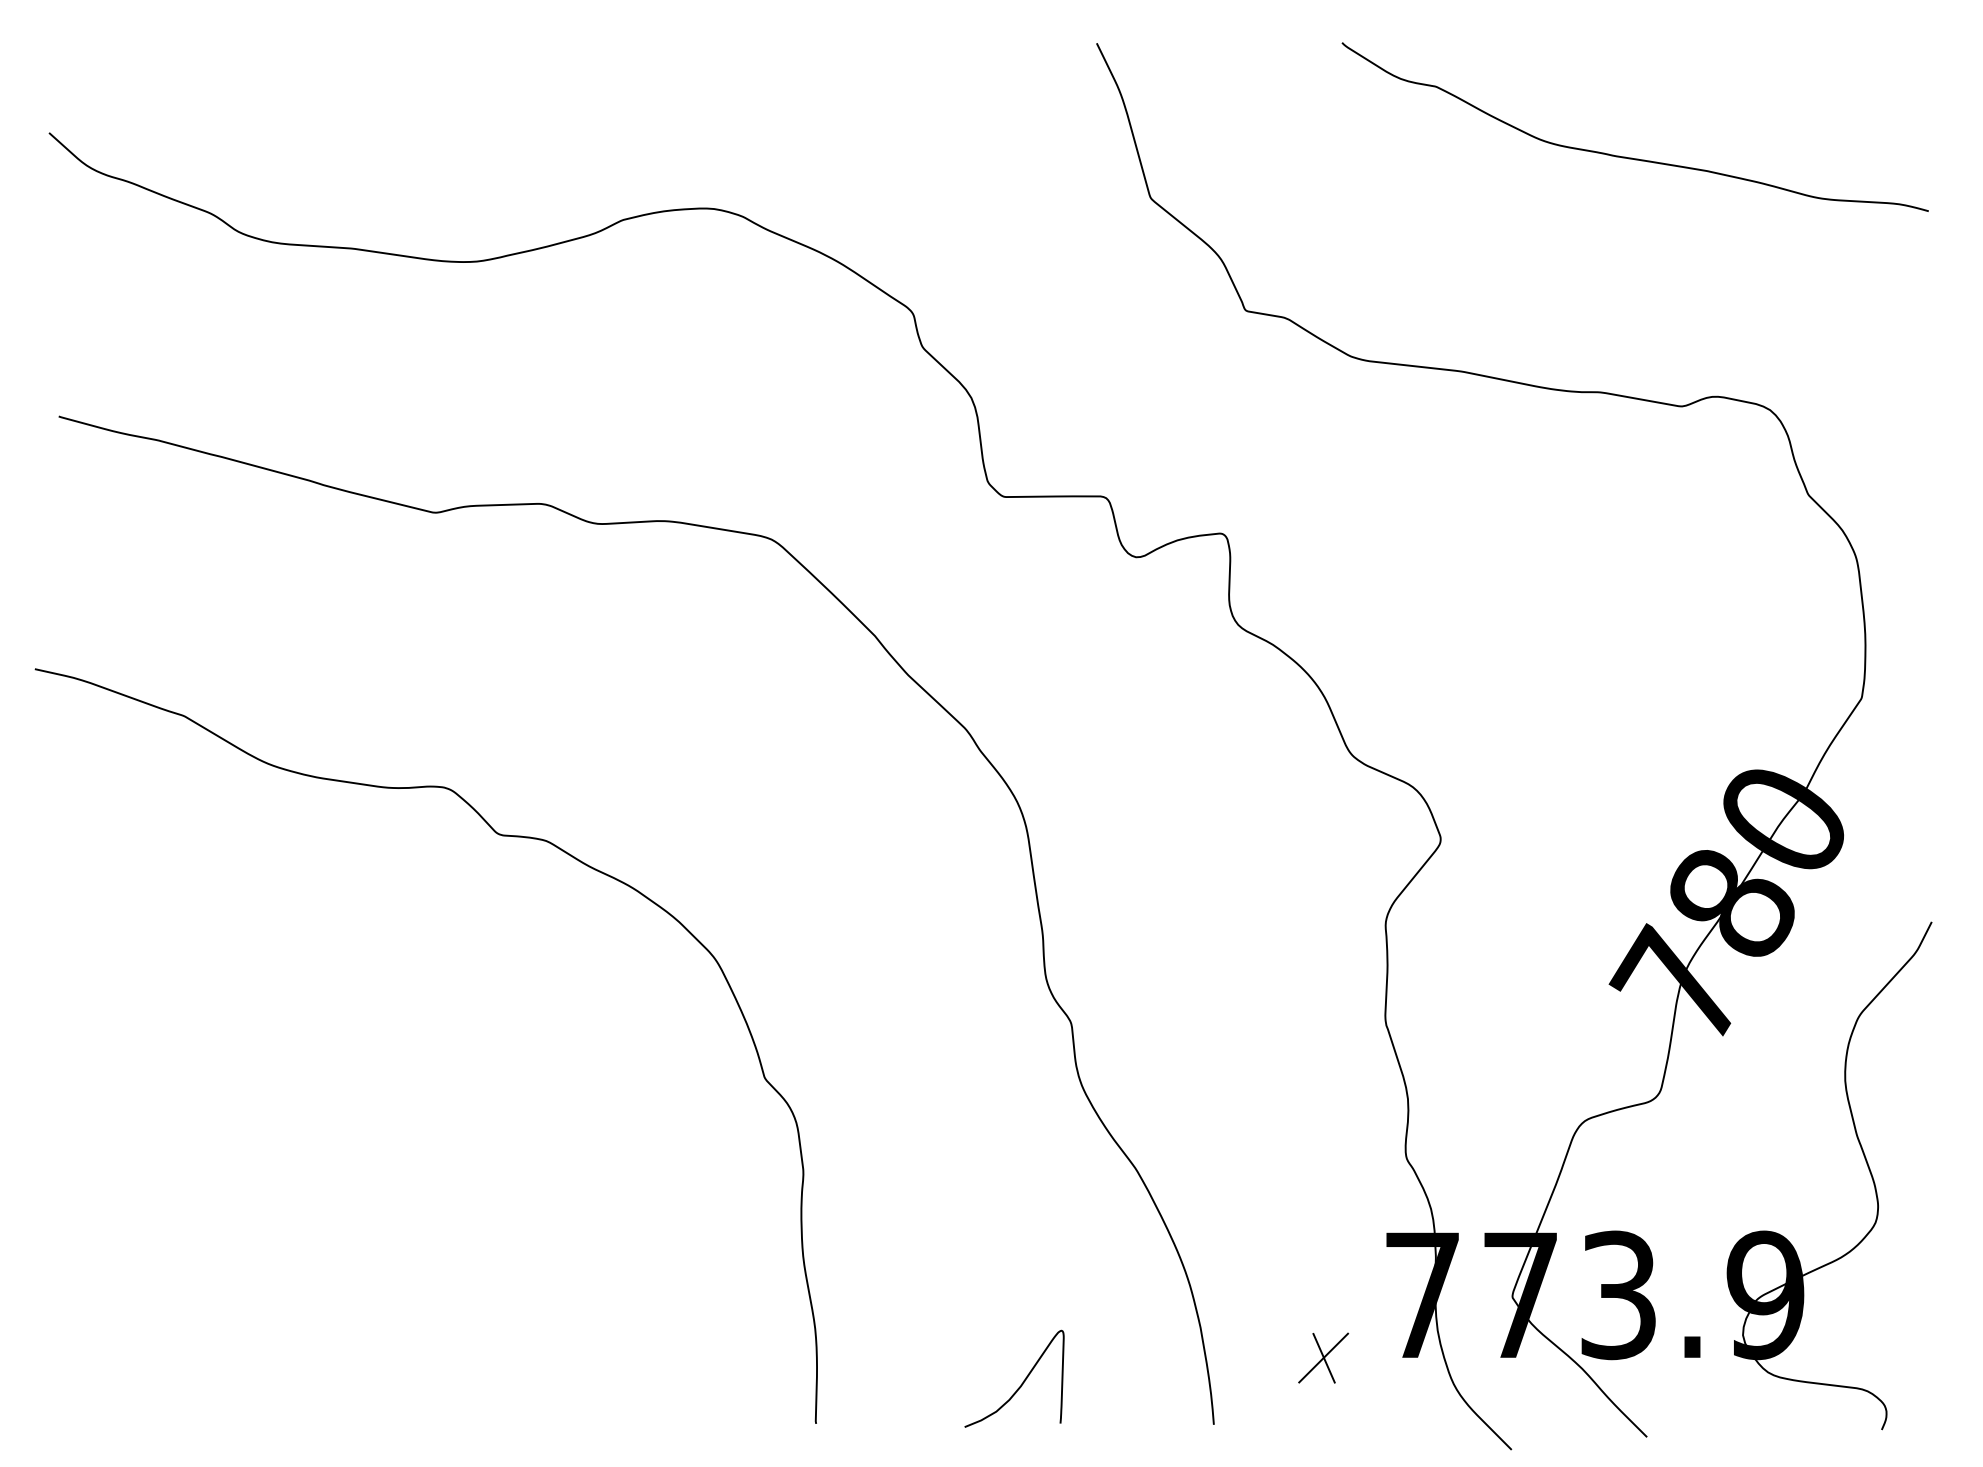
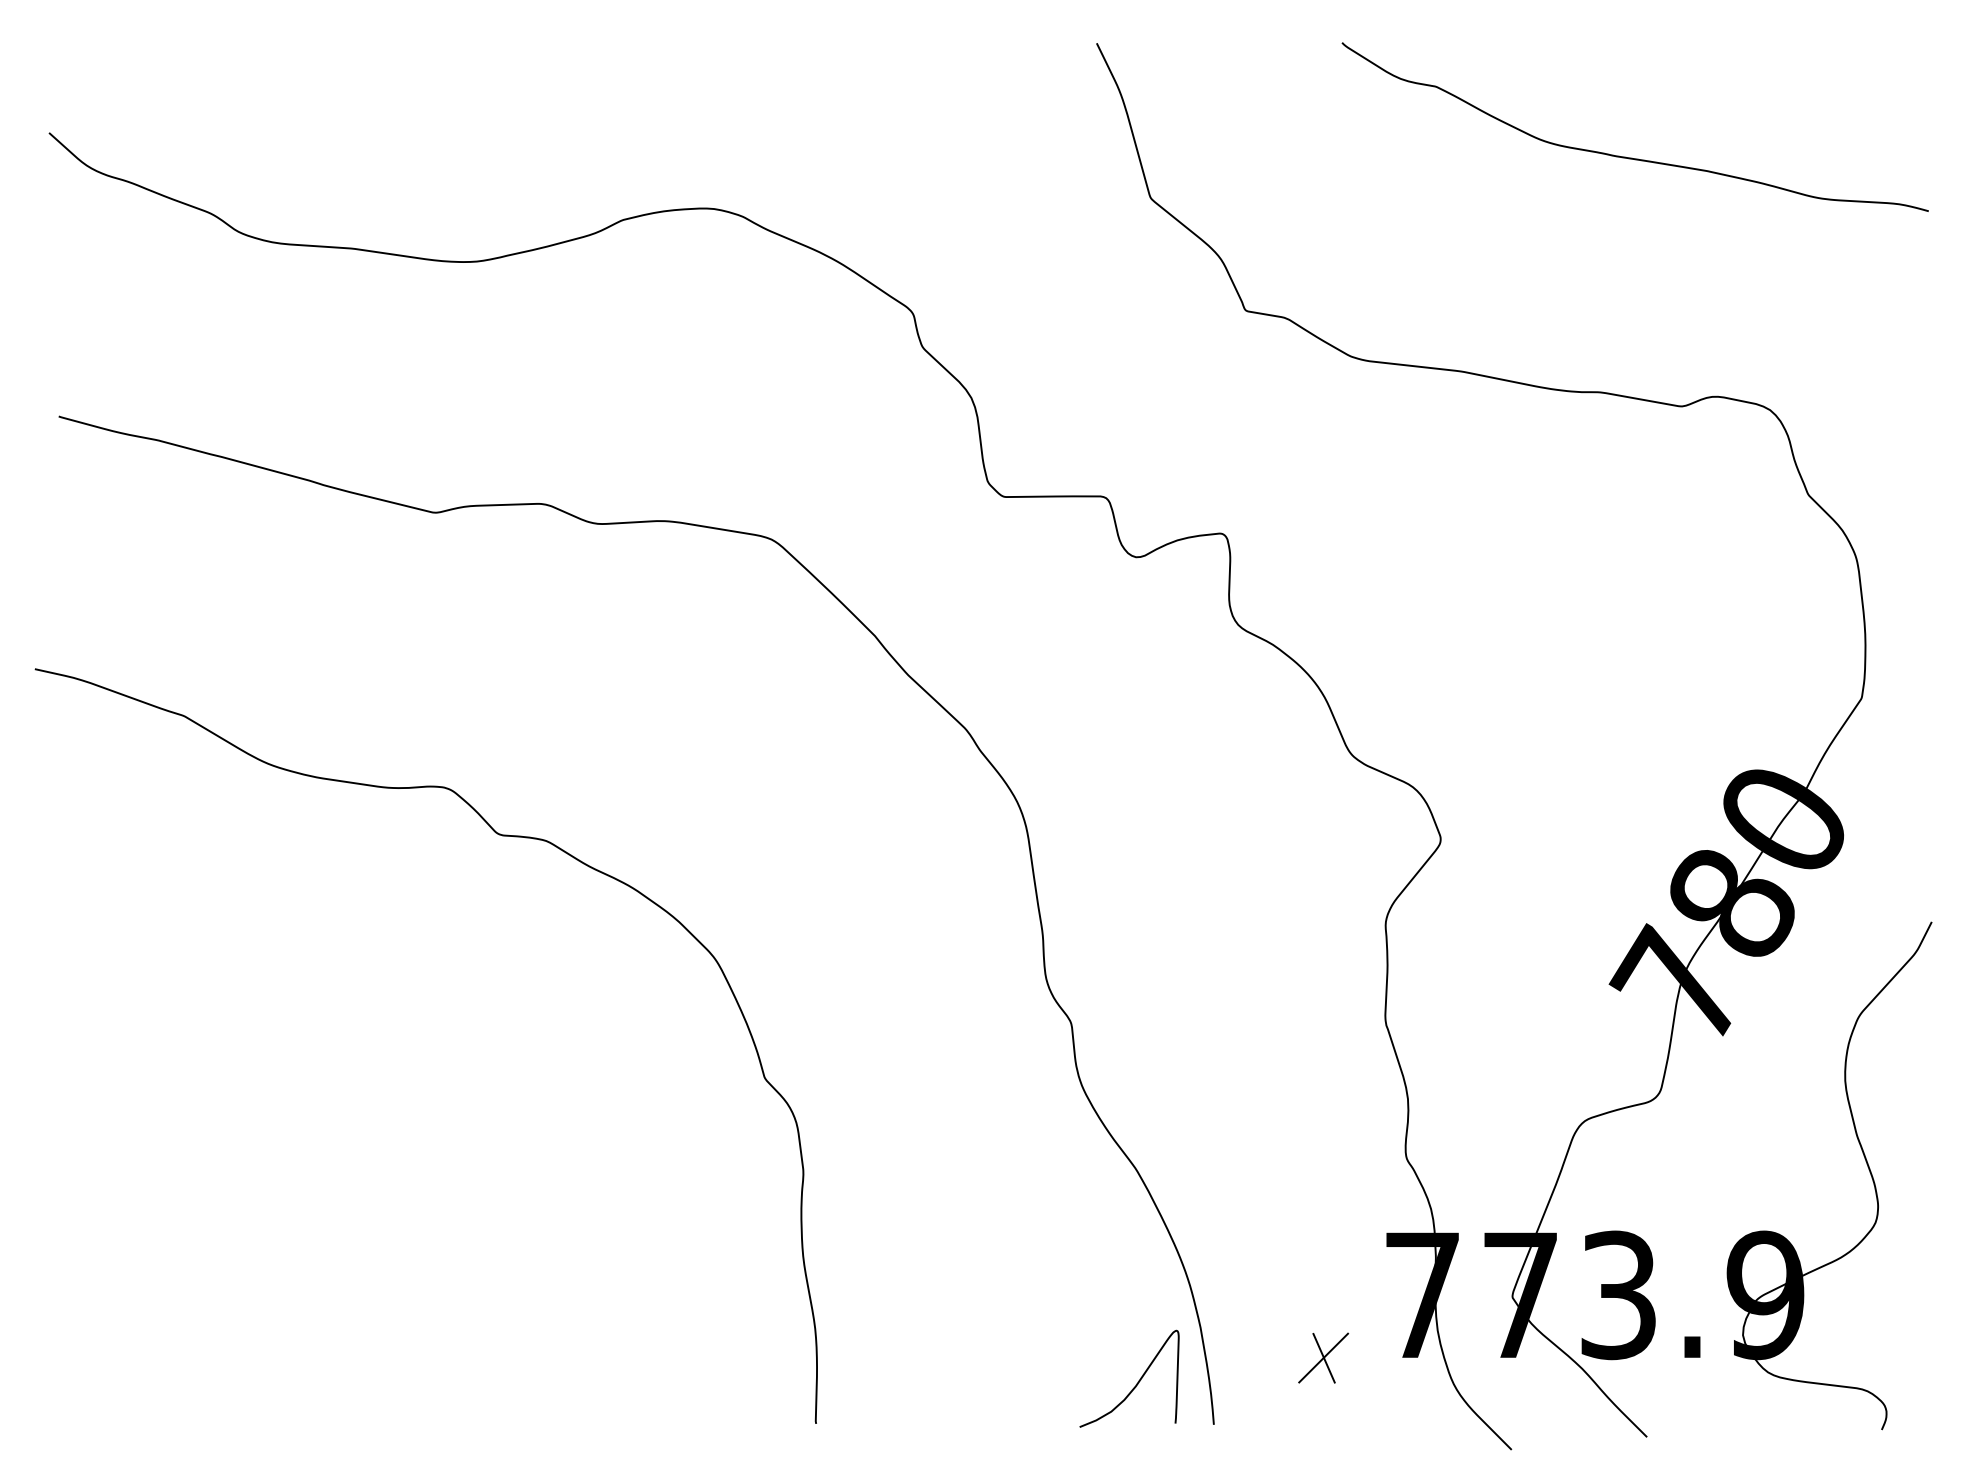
curve at (1021, 1383) position: (1021, 1383) -> (1136, 1383)
